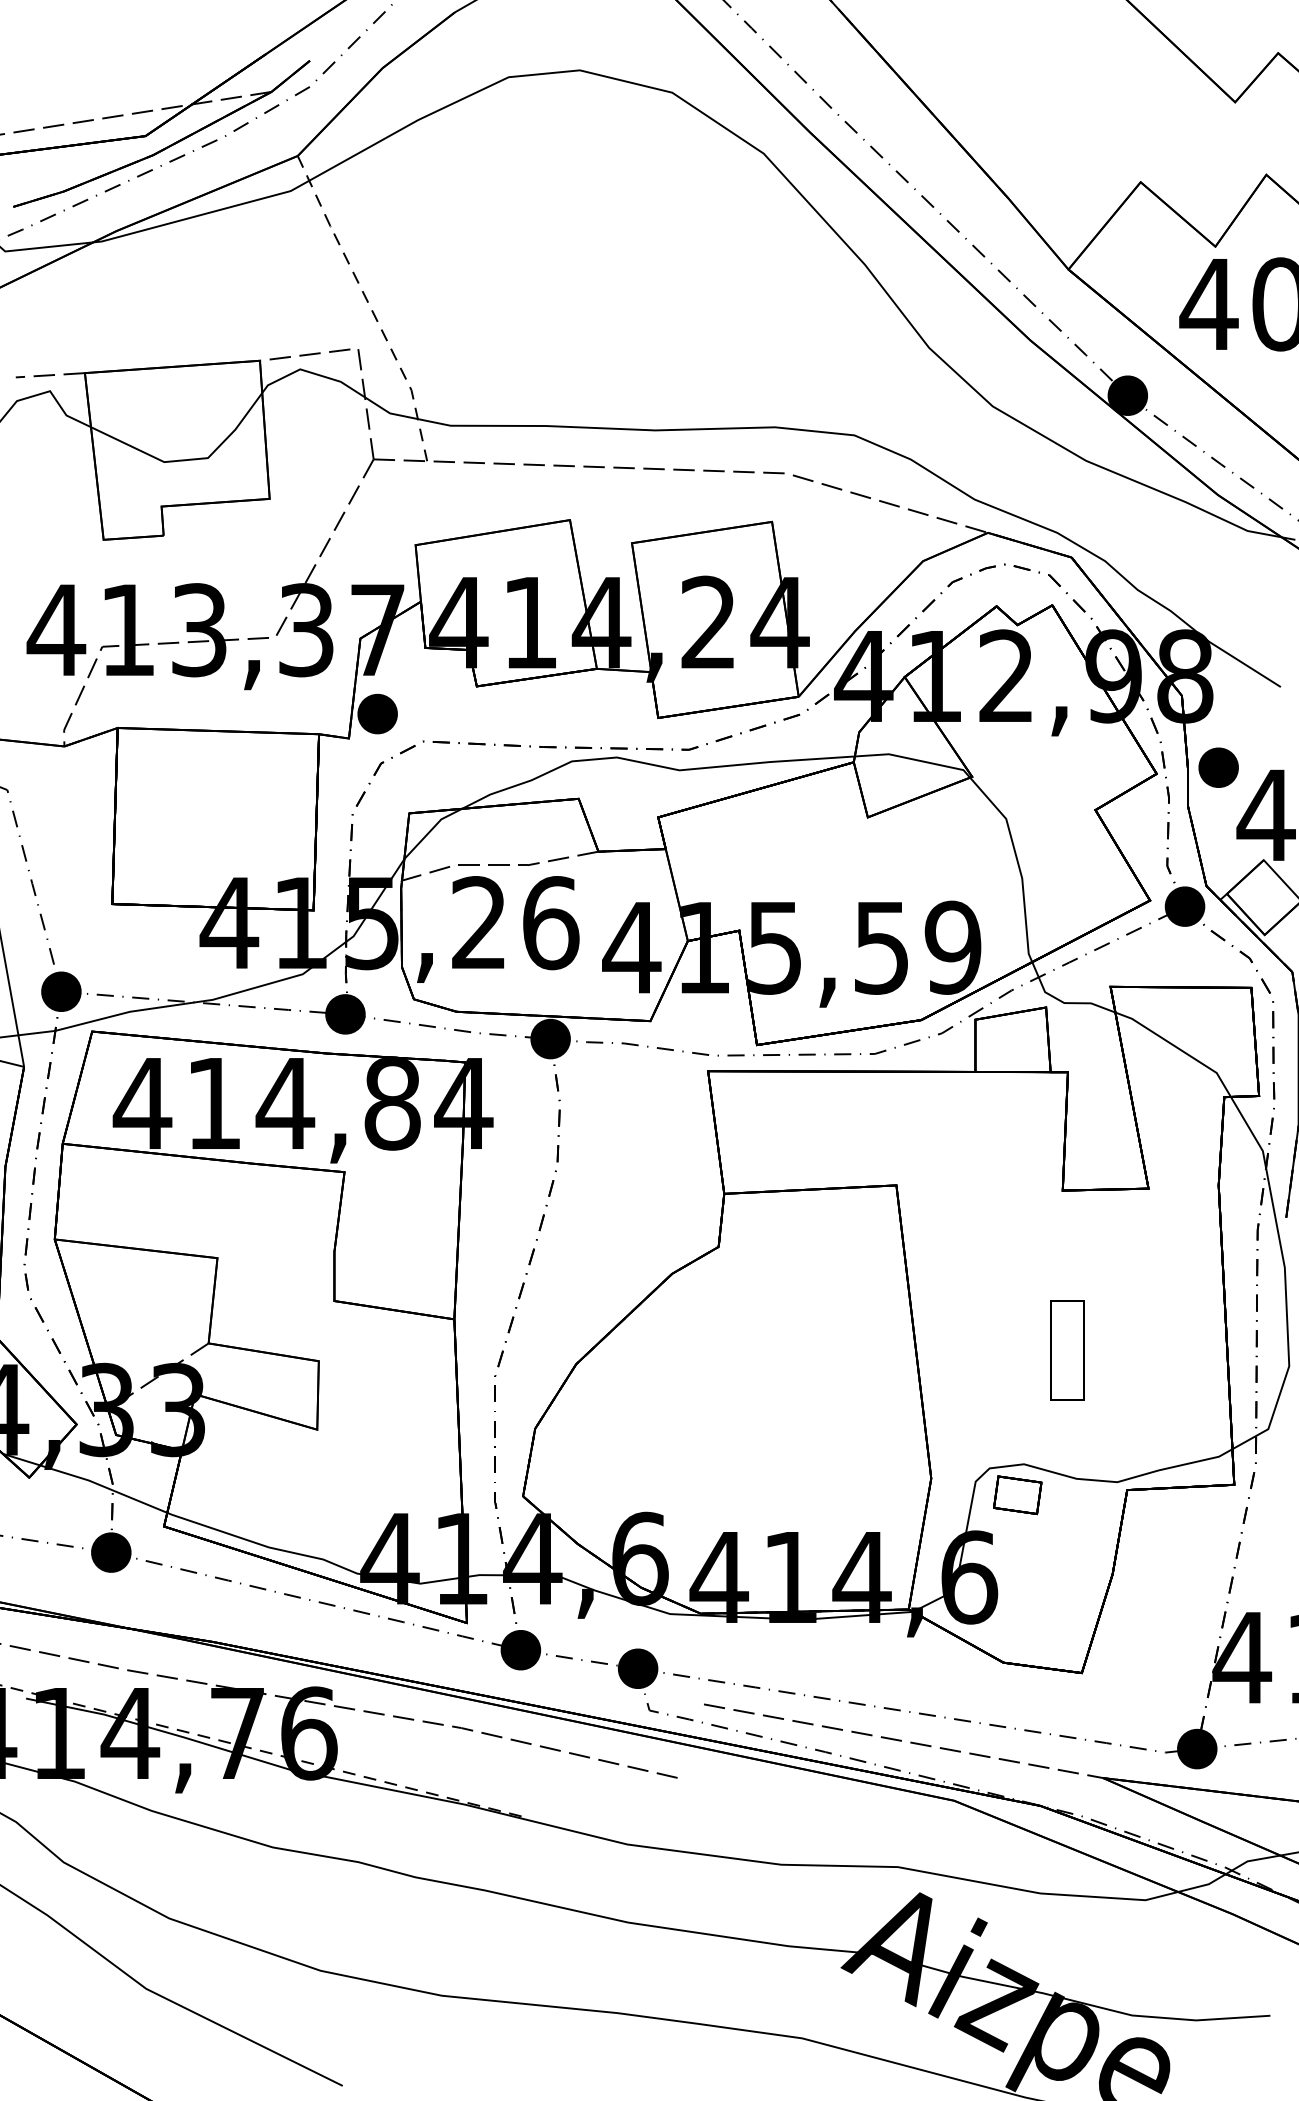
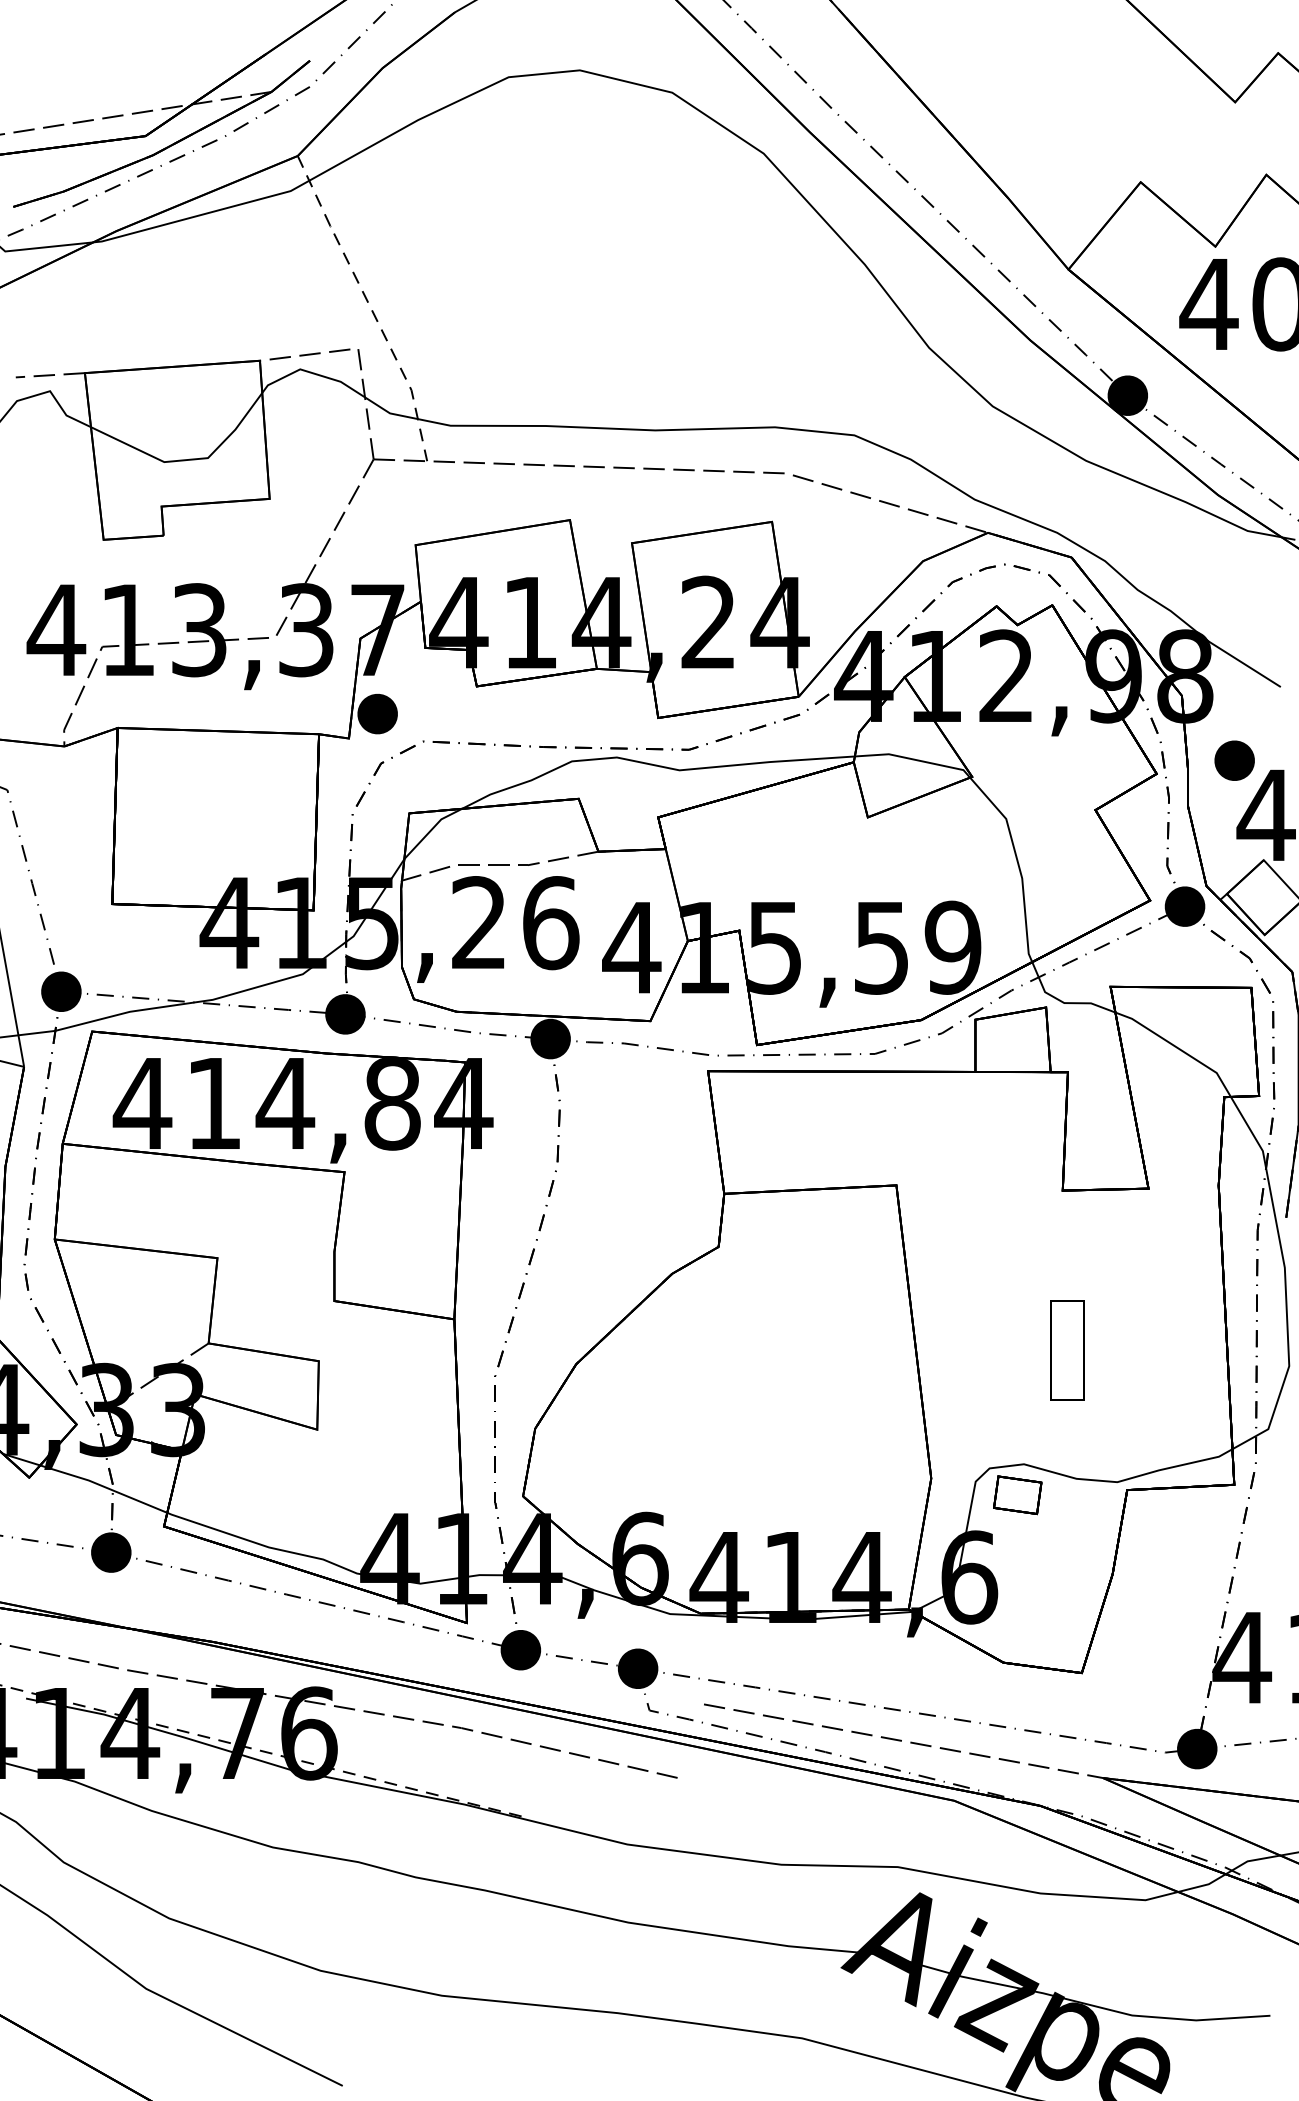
part at (1218, 767) position: (1218, 767) -> (1234, 760)
